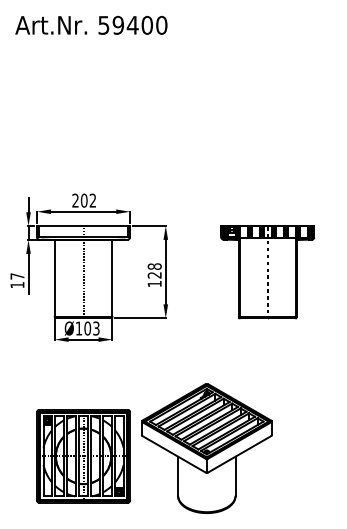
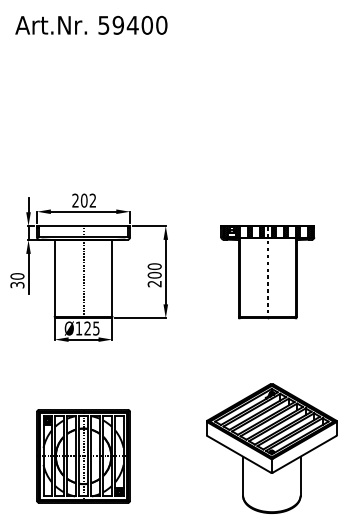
text at (154, 275): 128 -> 200
text at (17, 280): 17 -> 30
text at (91, 328): Ø103 -> Ø125
part at (206, 448) position: (206, 448) -> (271, 448)
